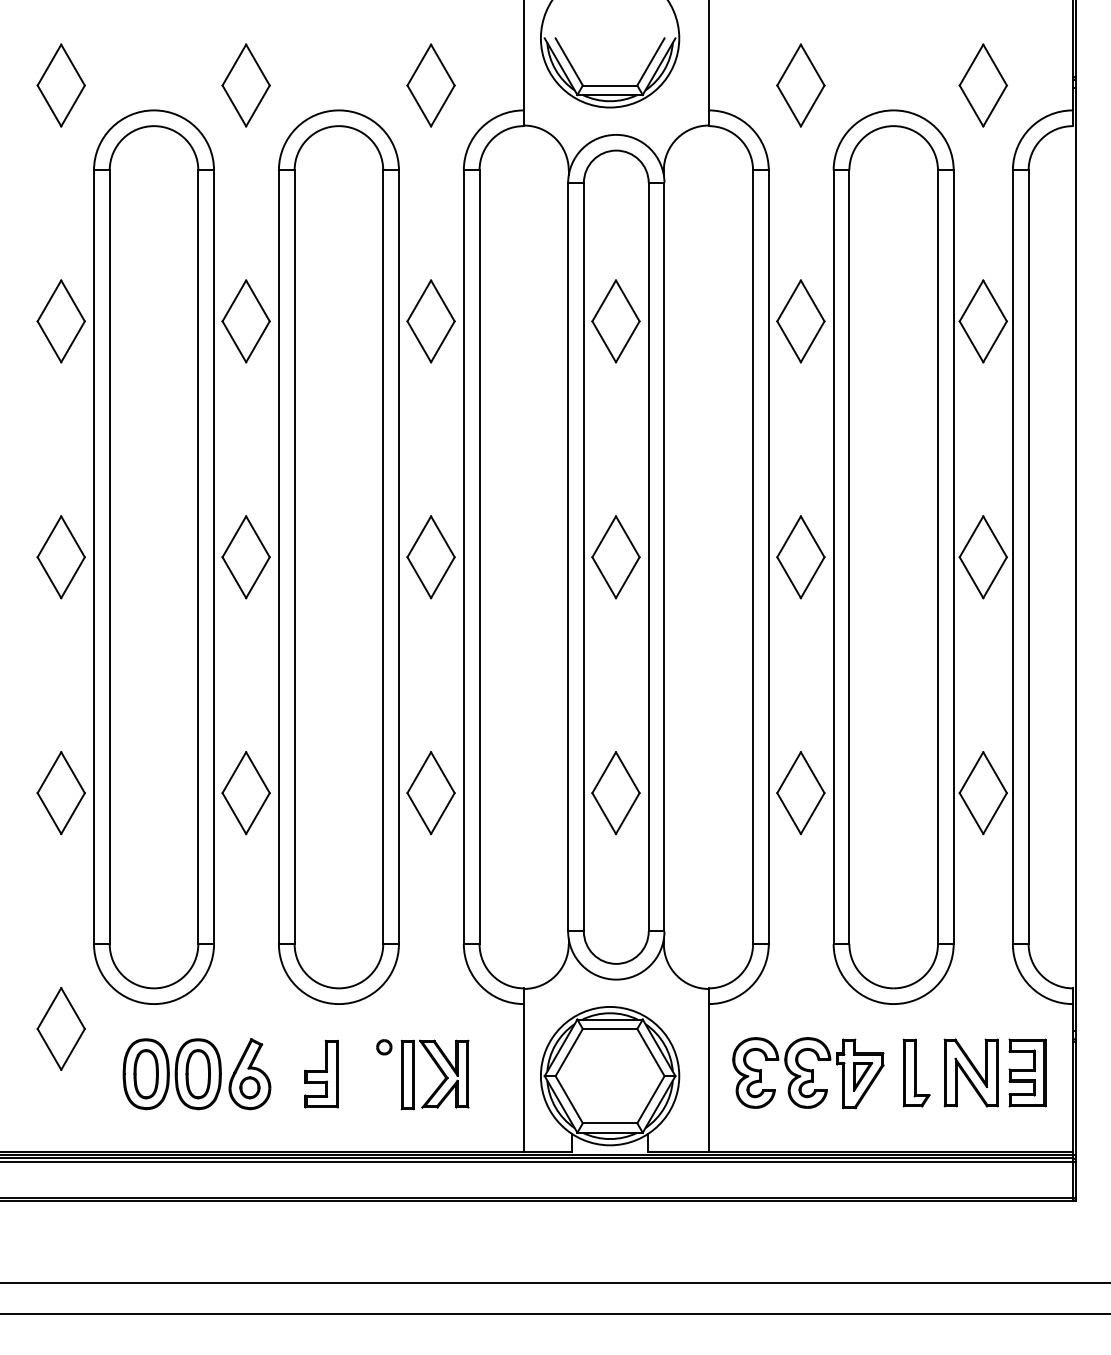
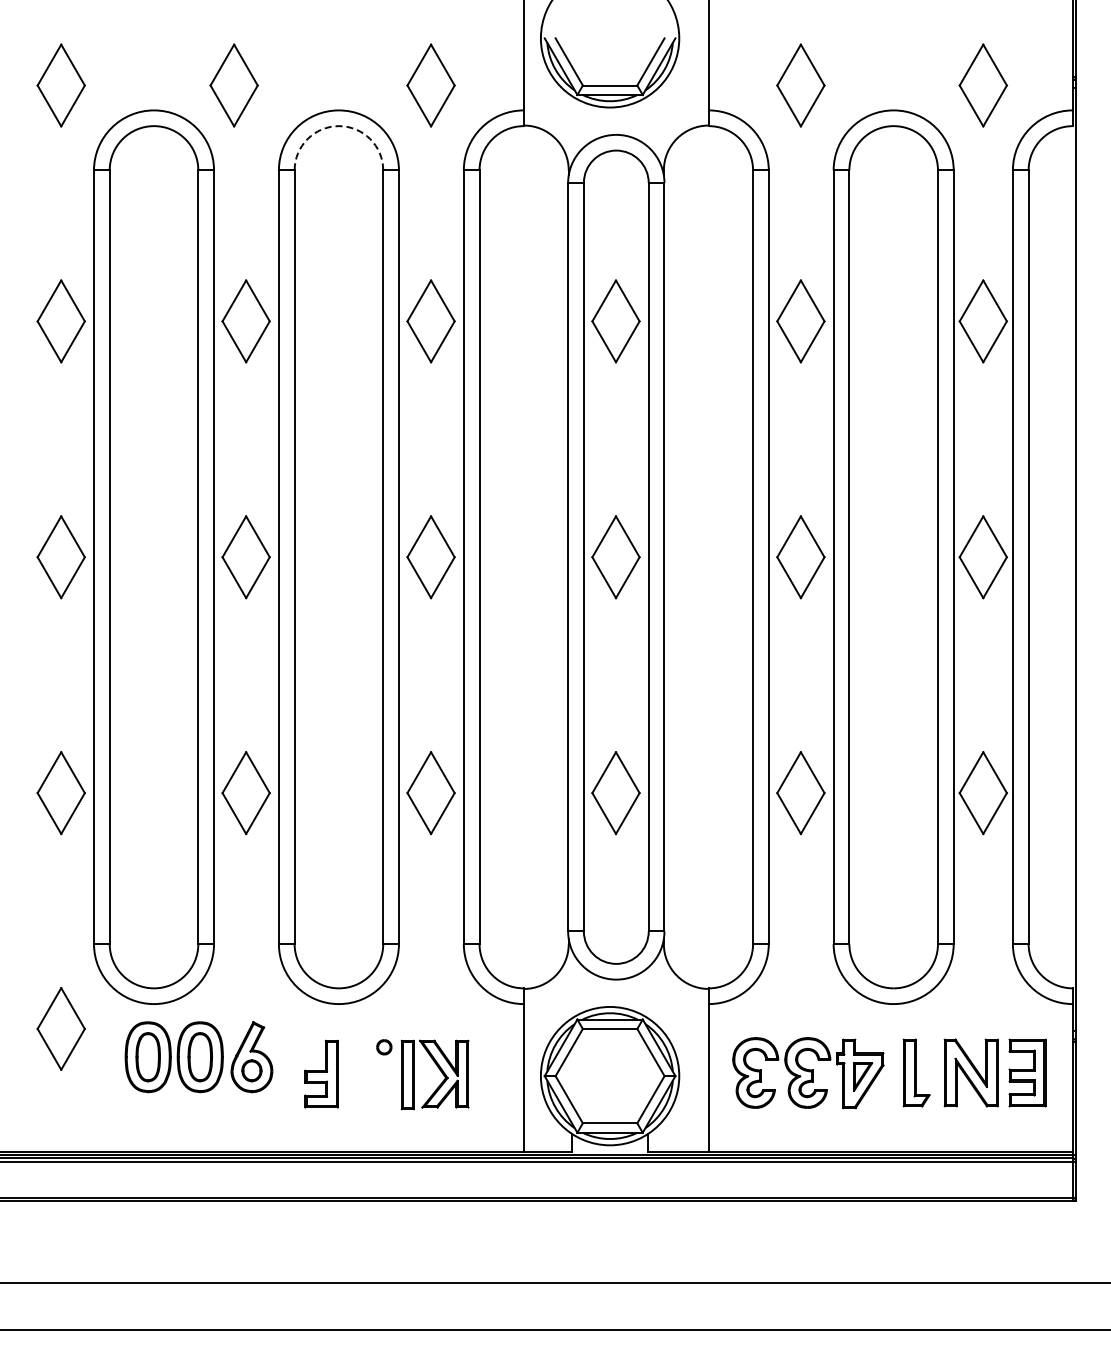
part at (245, 85) position: (245, 85) -> (233, 85)
arc at (338, 126): solid -> dashed
part at (196, 1074) position: (196, 1074) -> (198, 1057)
line at (554, 1314) position: (554, 1314) -> (554, 1330)
